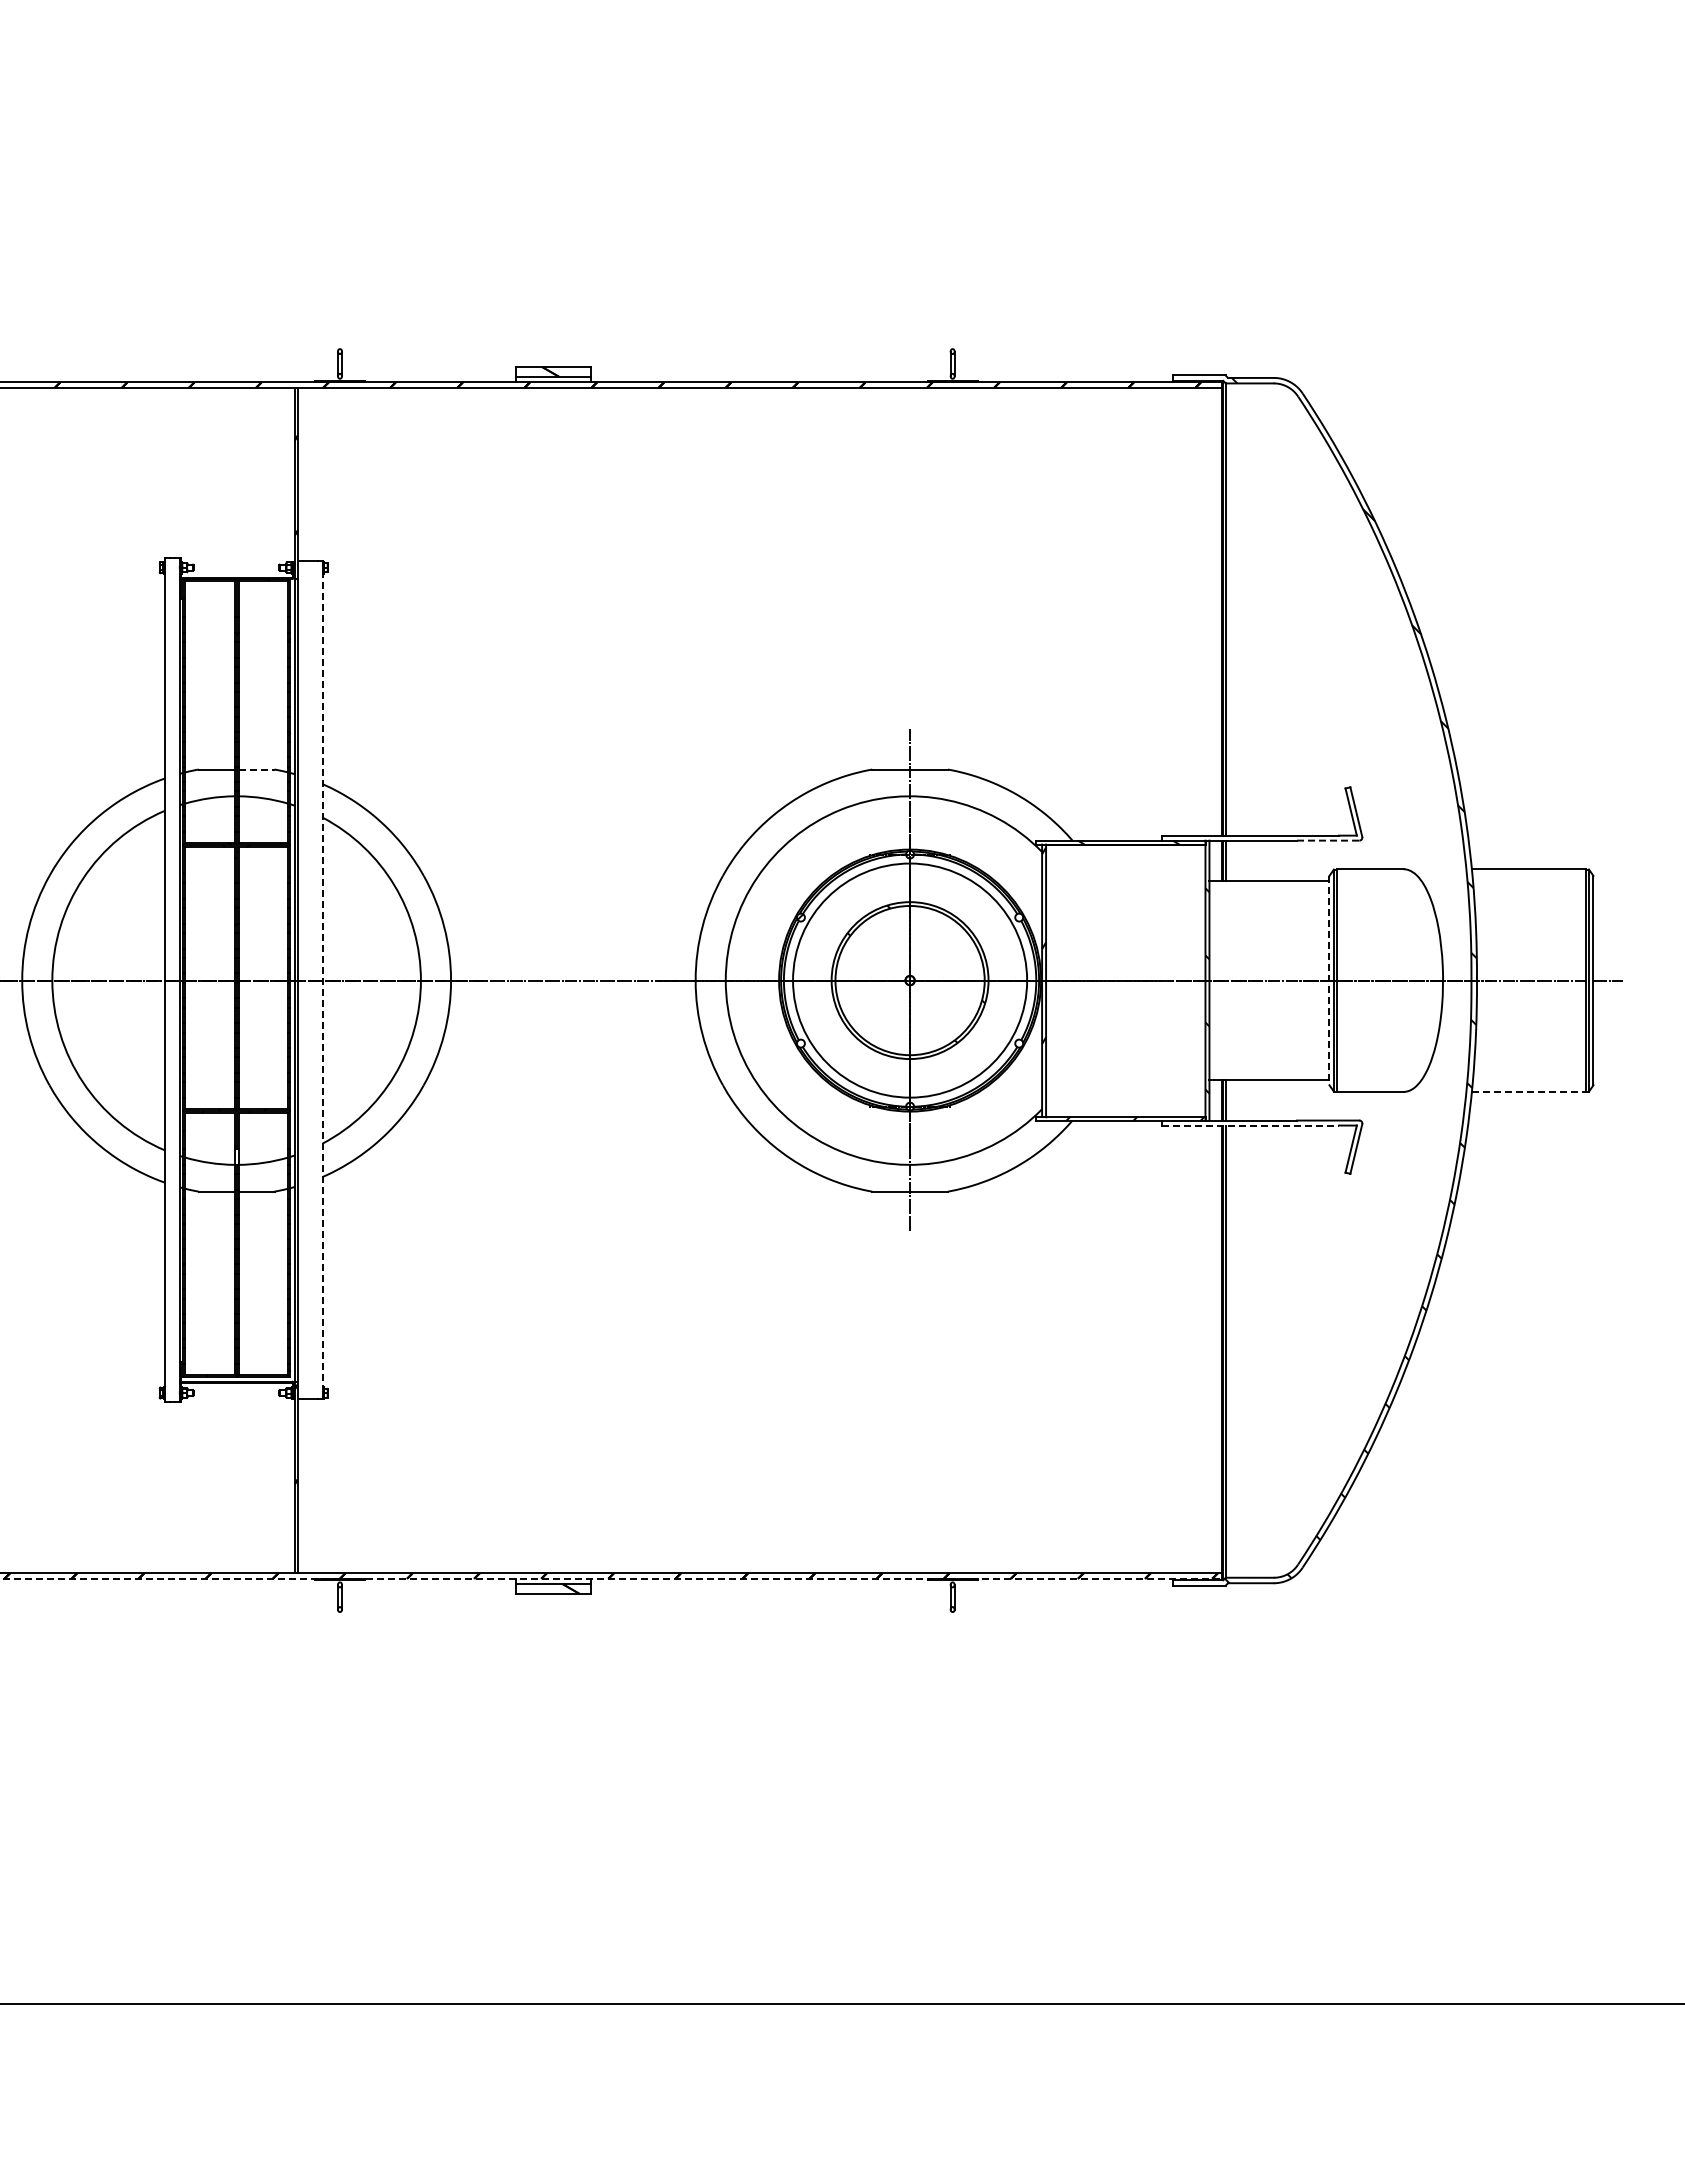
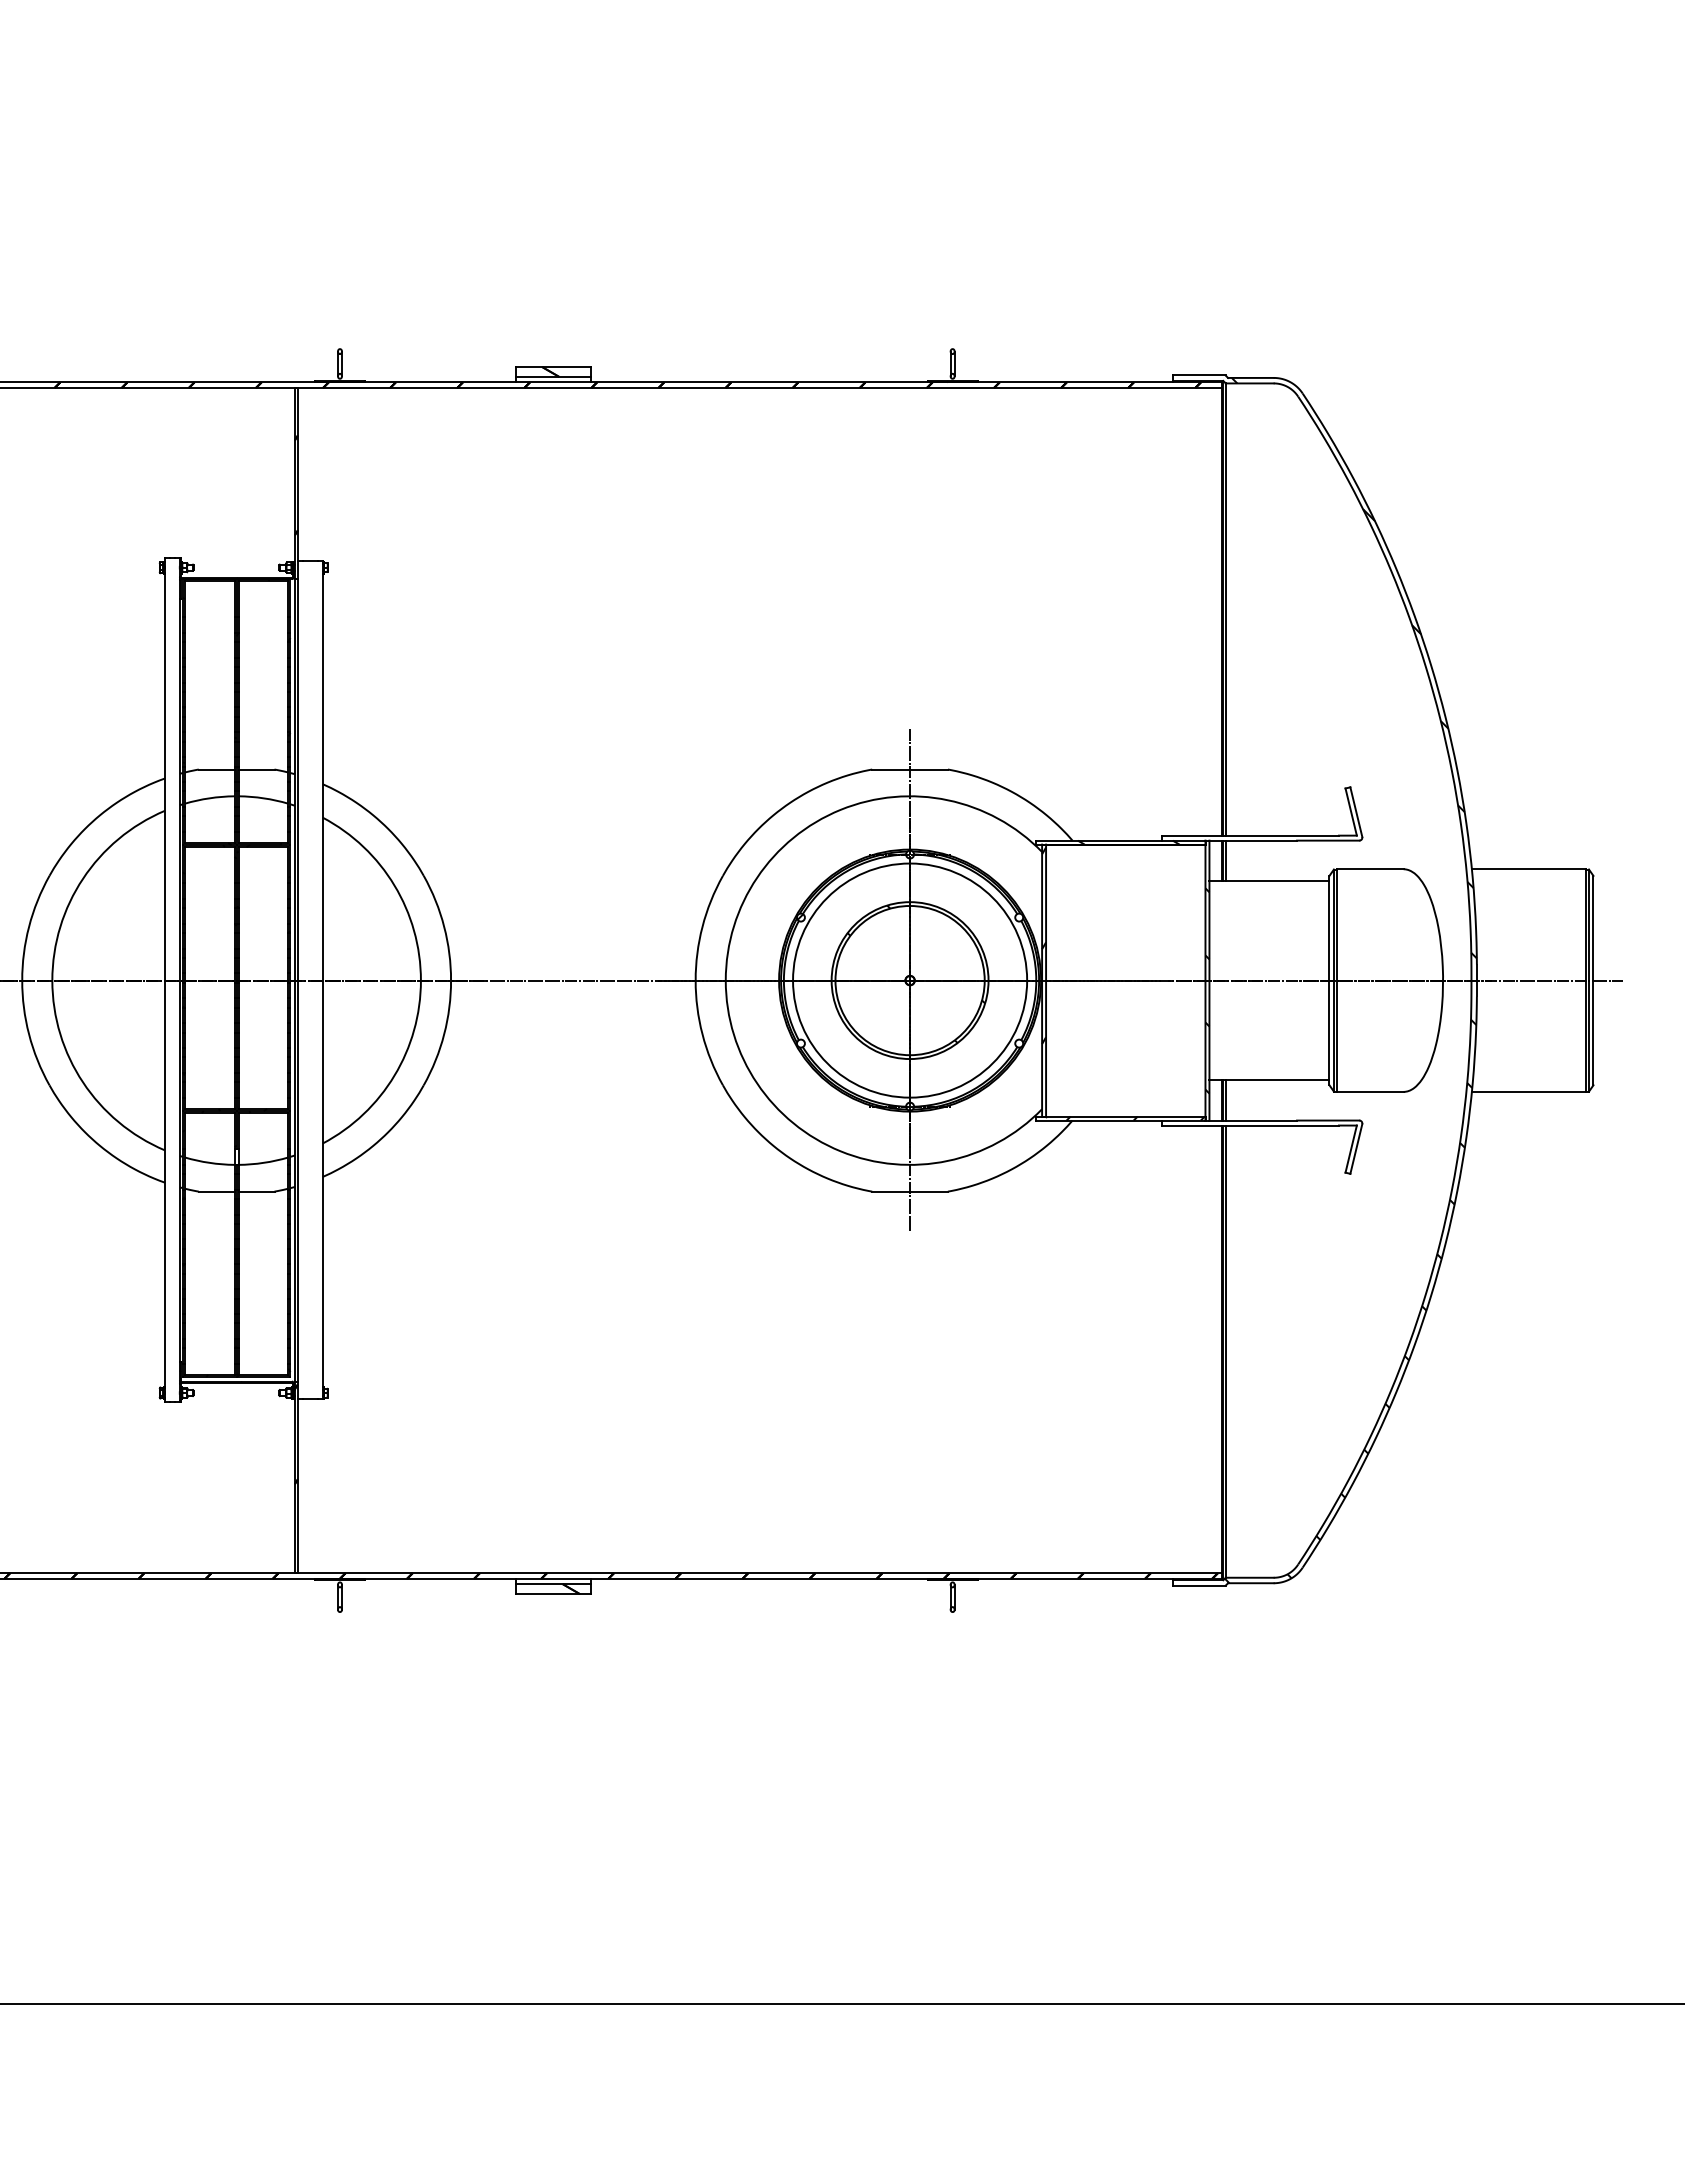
line at (256, 769): dashed -> solid
line at (1328, 840): dashed -> solid
line at (322, 980): dashed -> solid
line at (1329, 980): dashed -> solid
line at (1529, 1091): dashed -> solid
line at (1251, 1125): dashed -> solid
line at (611, 1578): dashed -> solid
